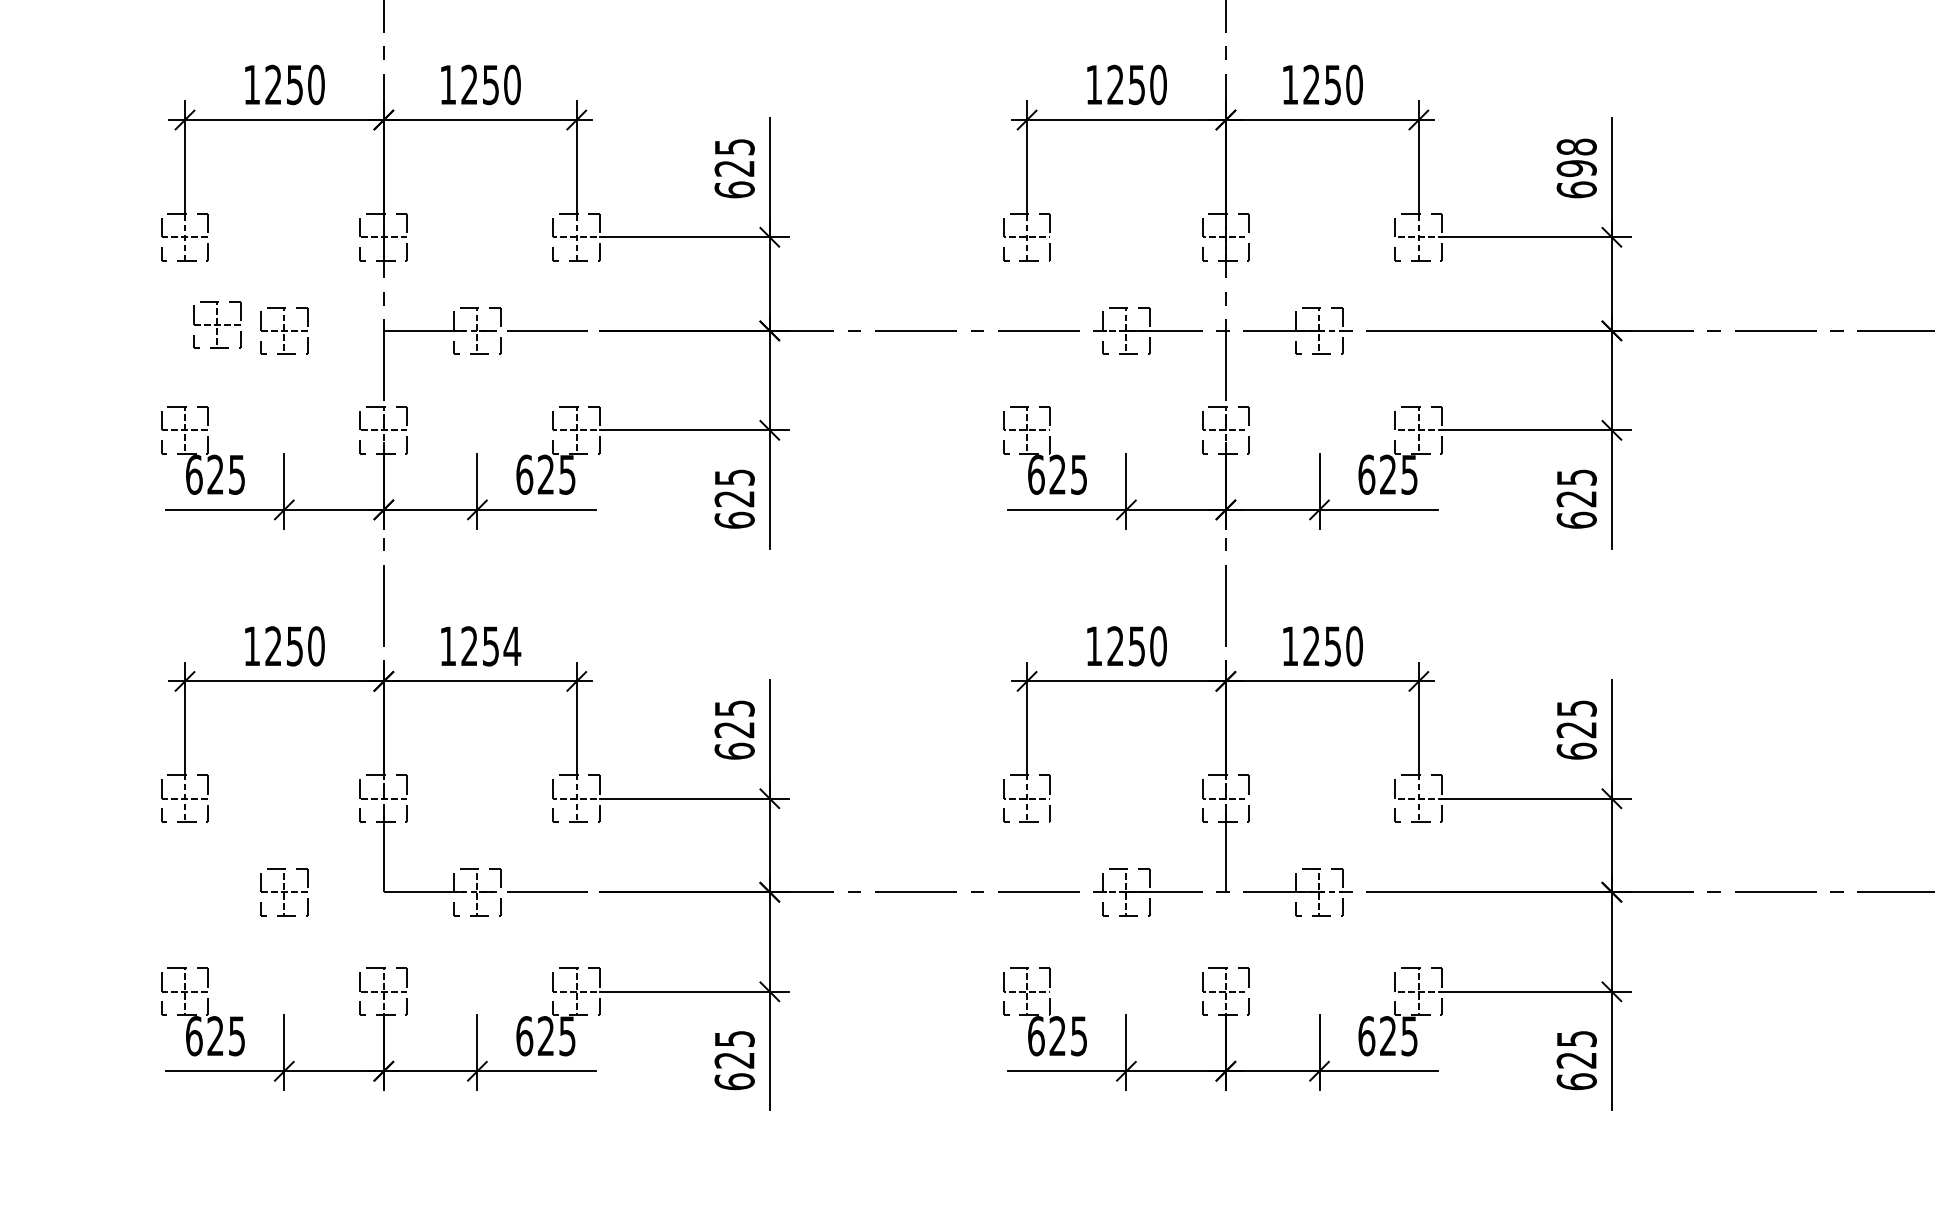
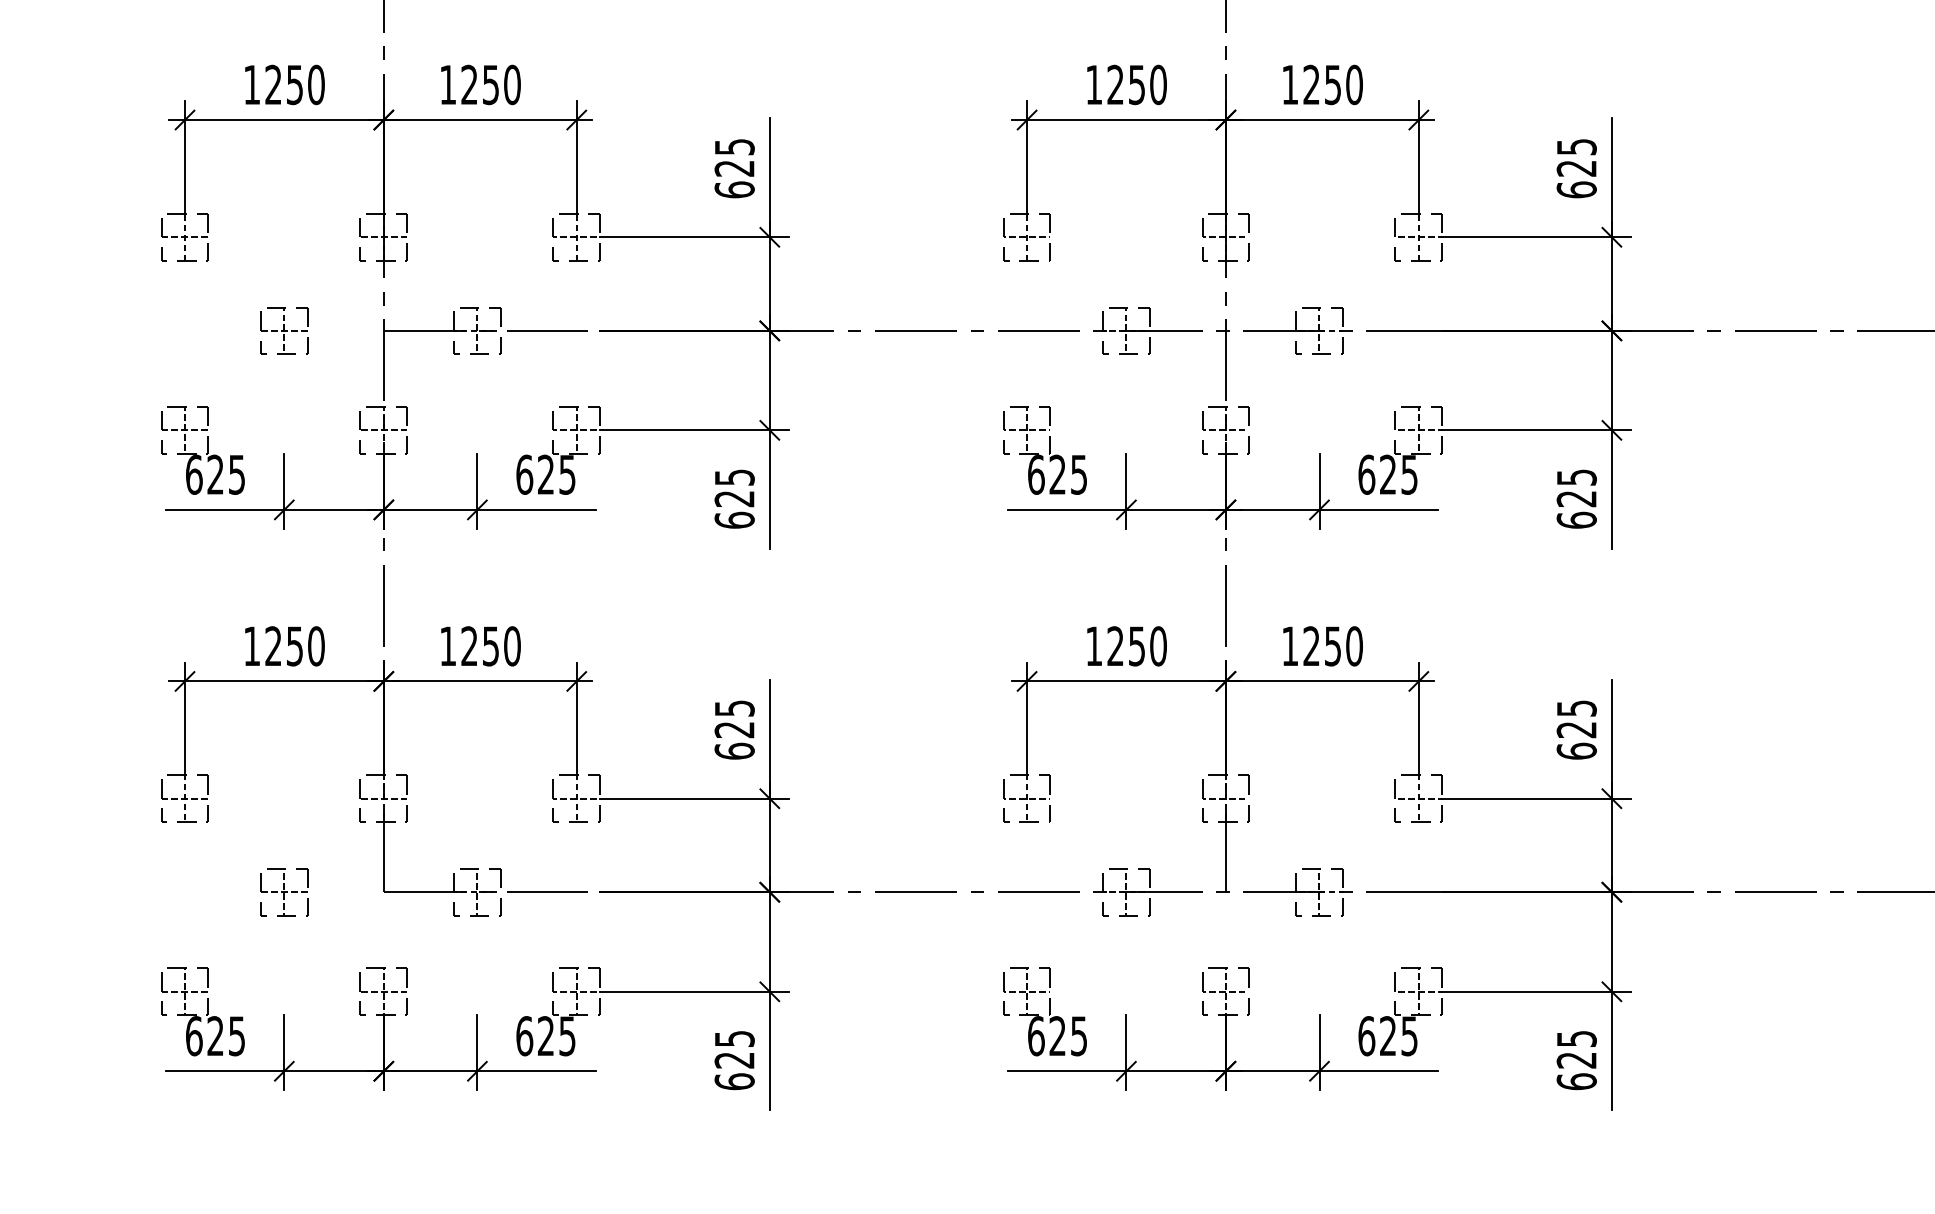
text at (1576, 157): 698 -> 625
part at (217, 324): present -> none
text at (512, 646): 1254 -> 1250
